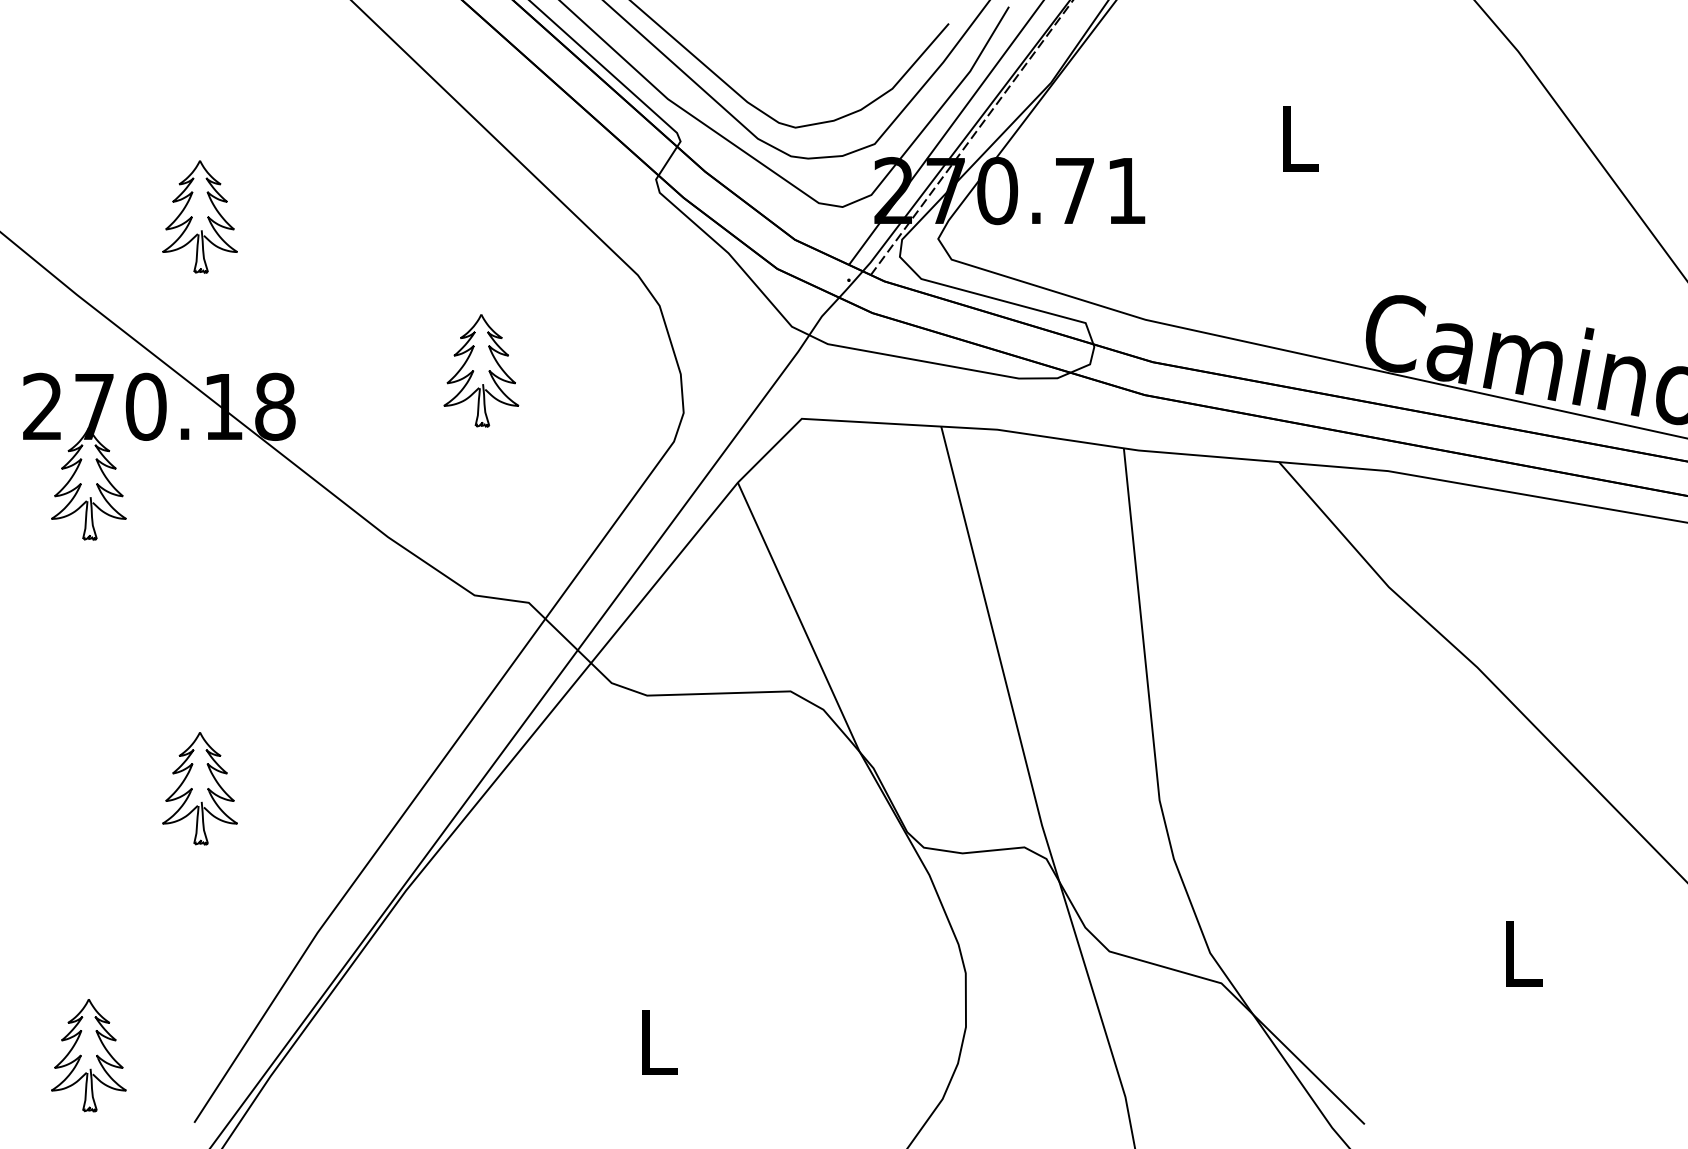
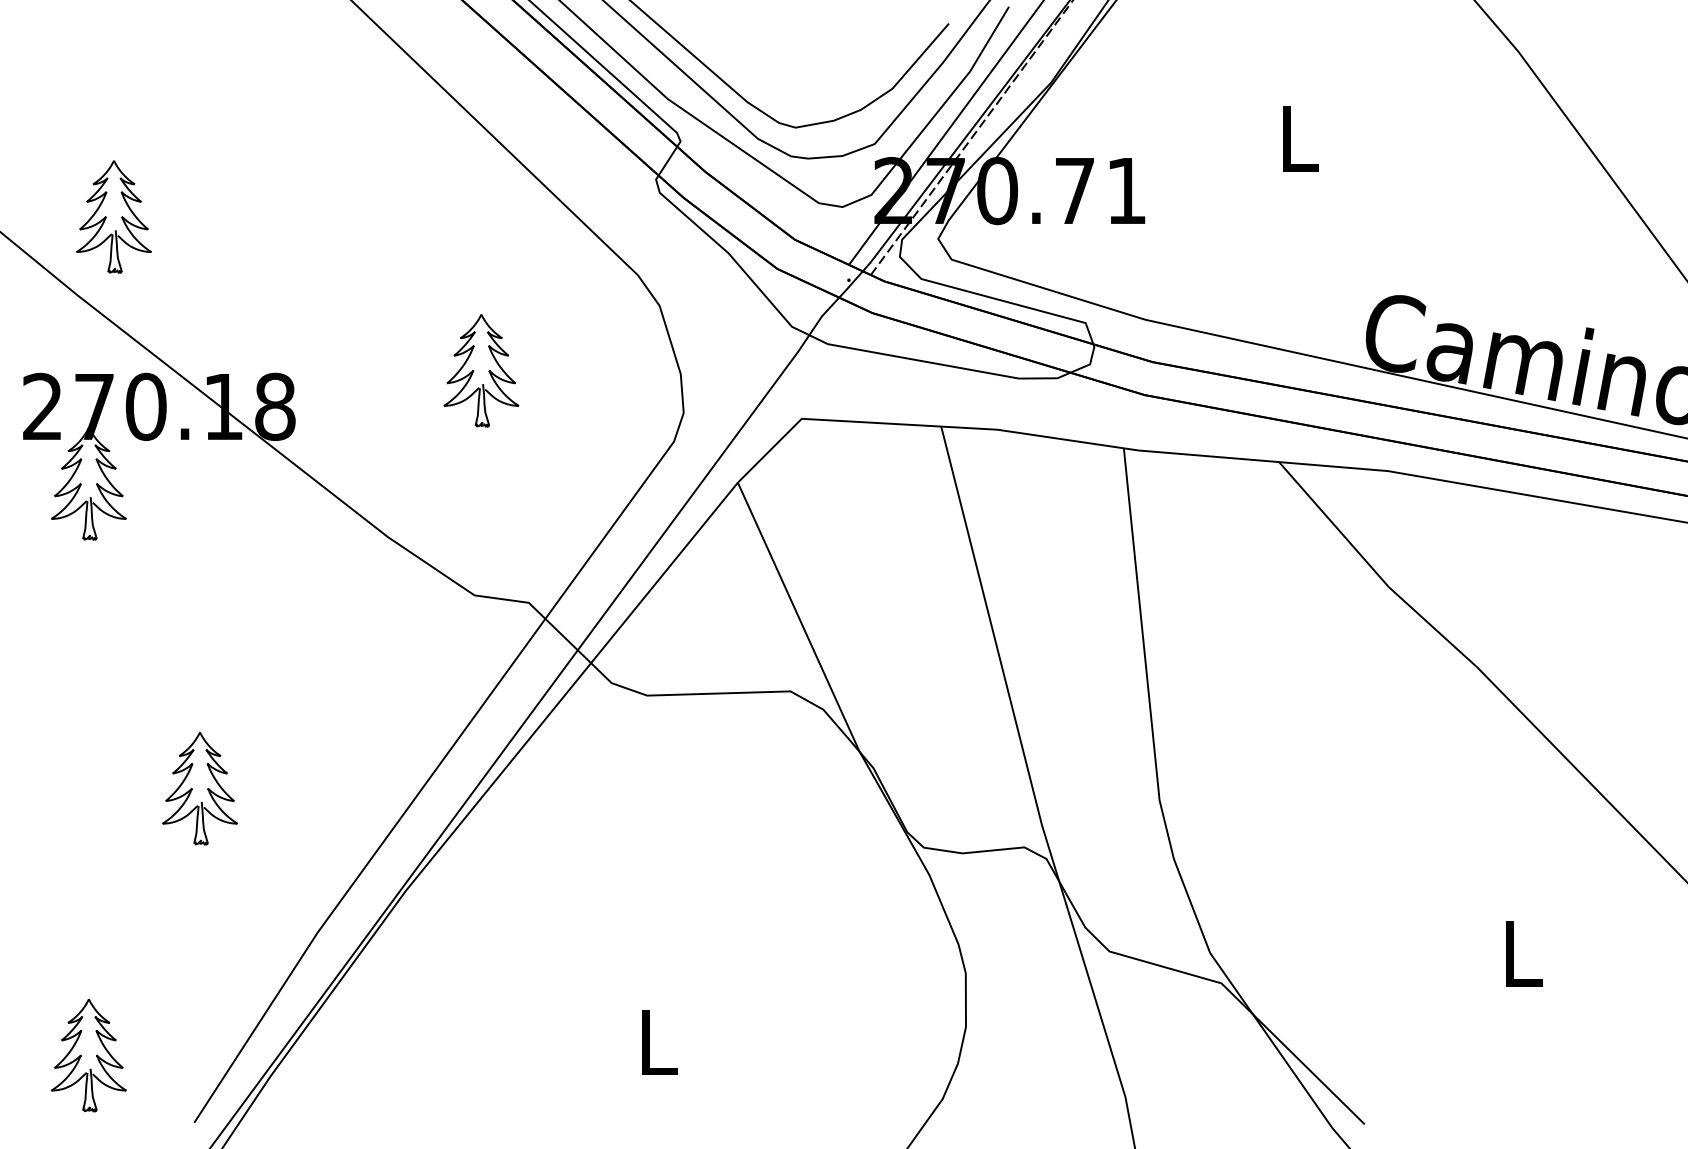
part at (199, 216) position: (199, 216) -> (113, 216)
